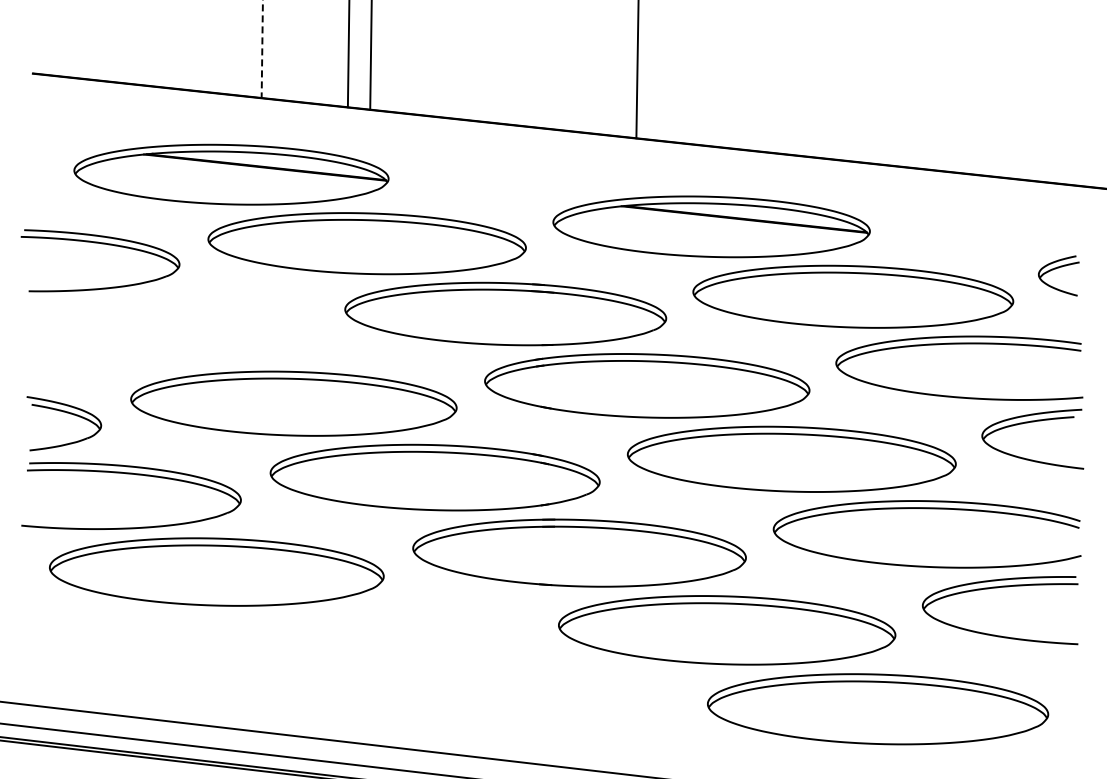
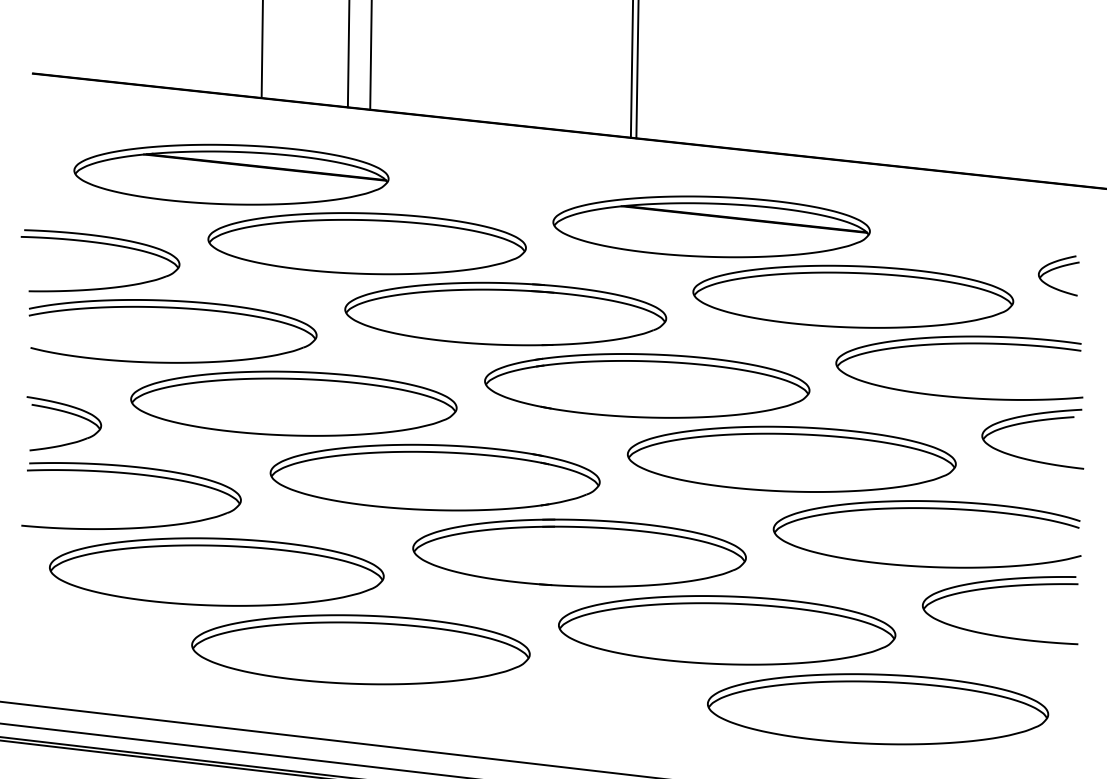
line at (262, 49): dashed -> solid
line at (631, 69): none -> present
part at (172, 308): none -> present
part at (360, 649): none -> present
